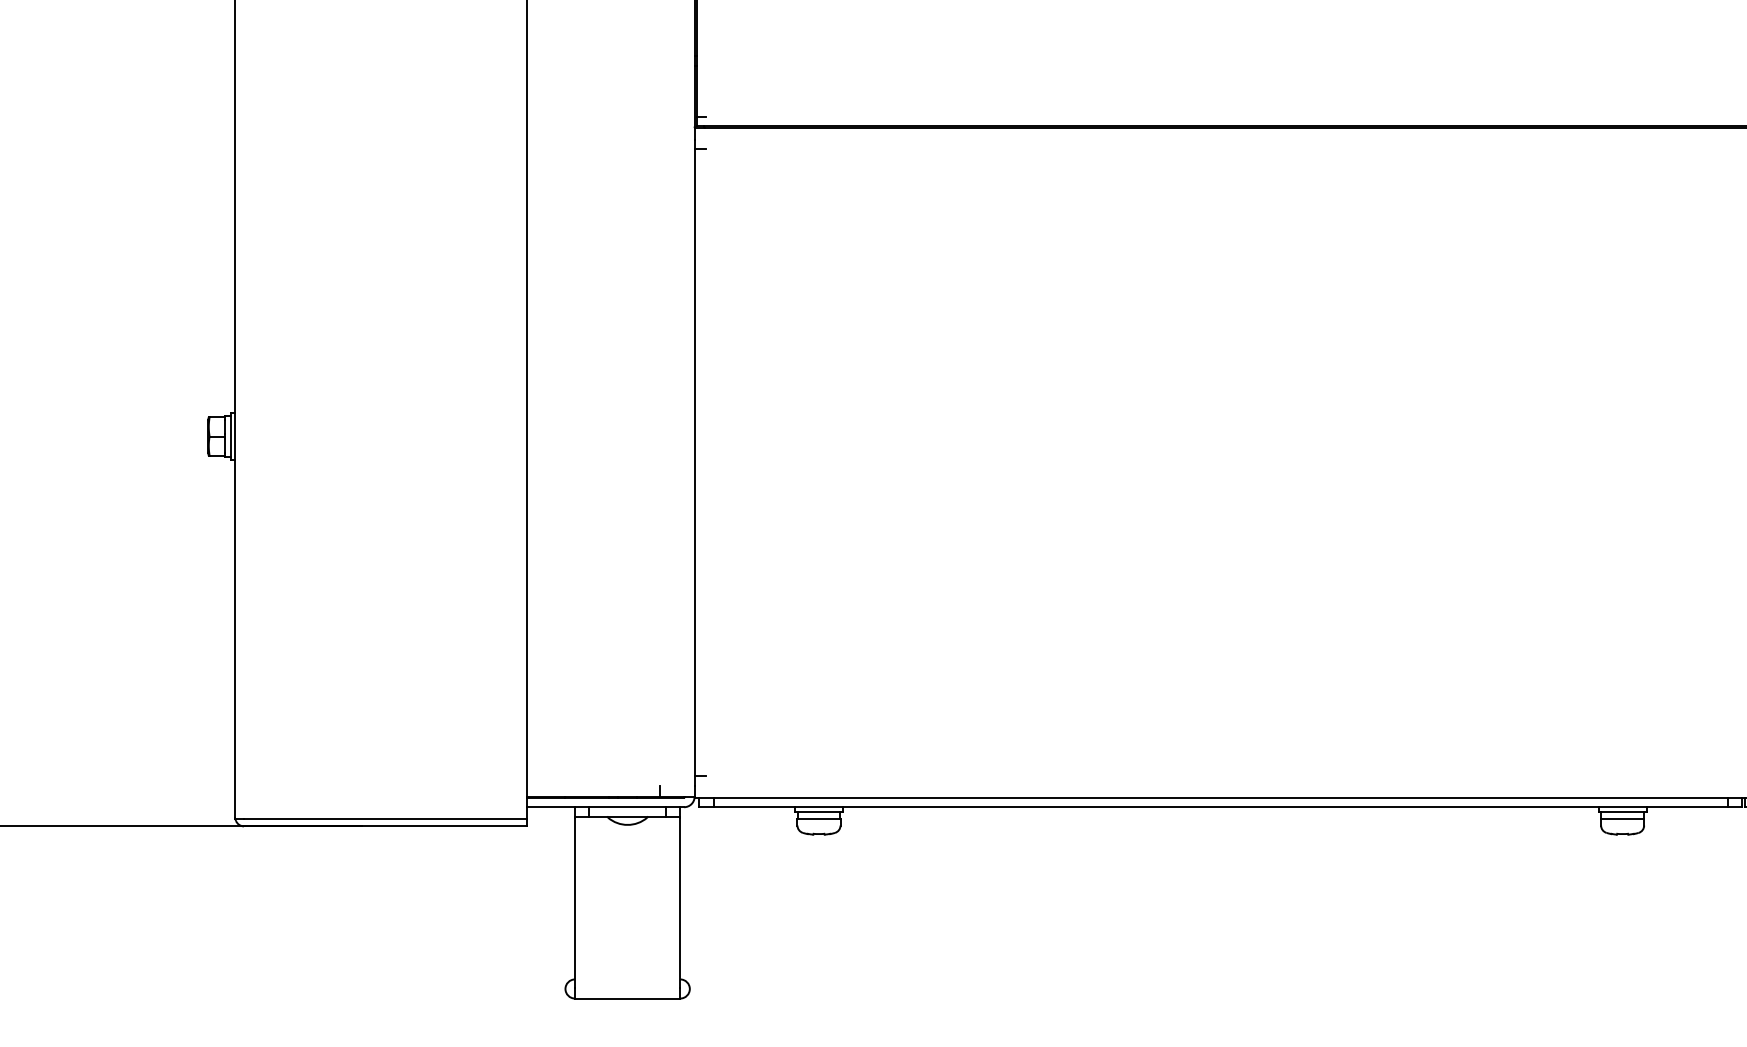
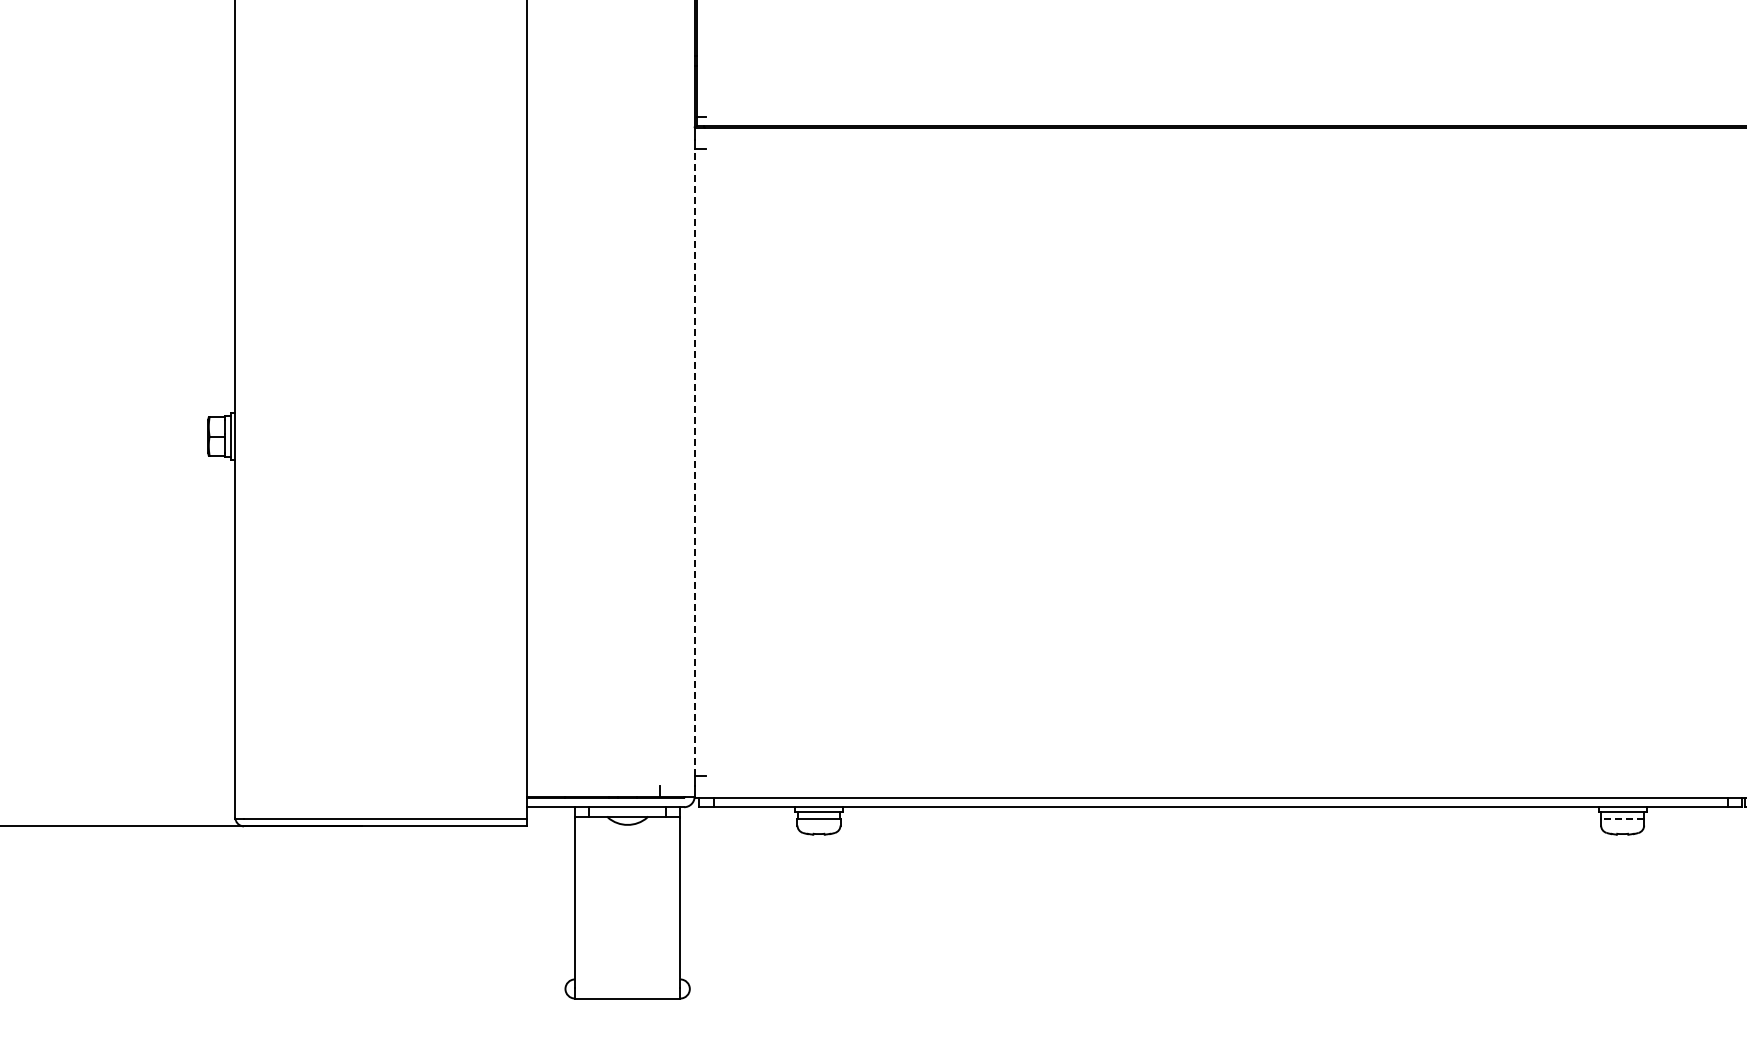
line at (694, 462): solid -> dashed
line at (1622, 818): solid -> dashed
